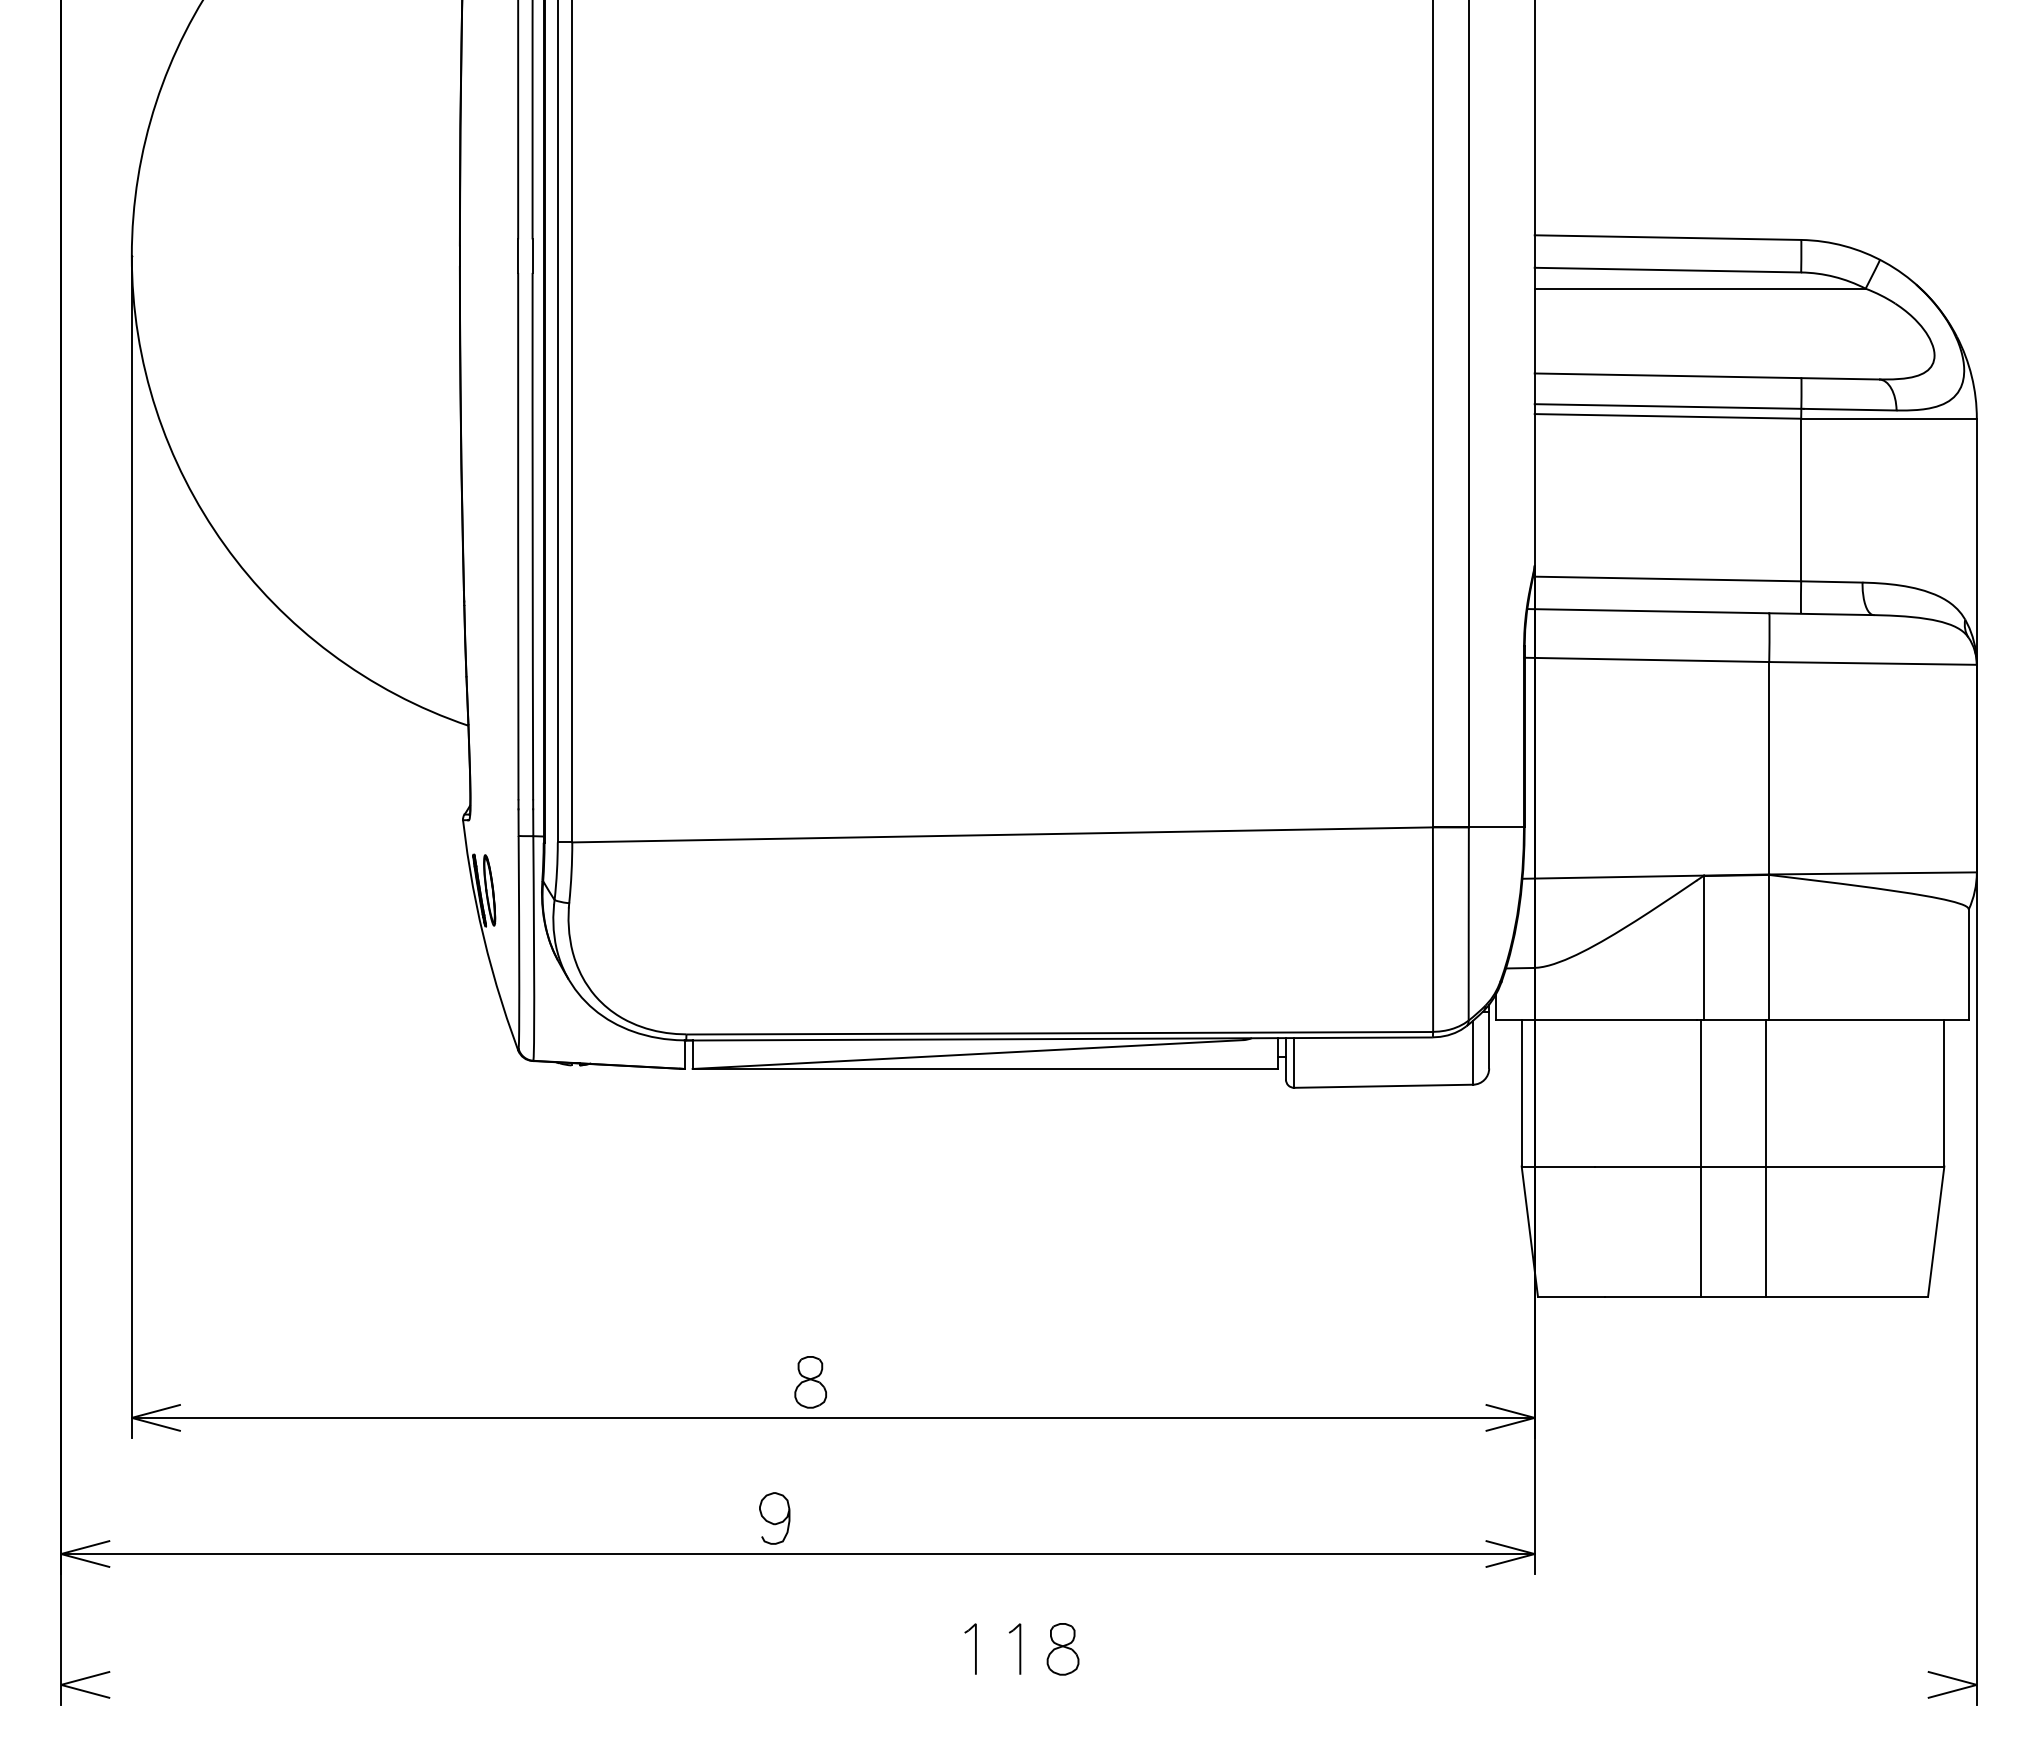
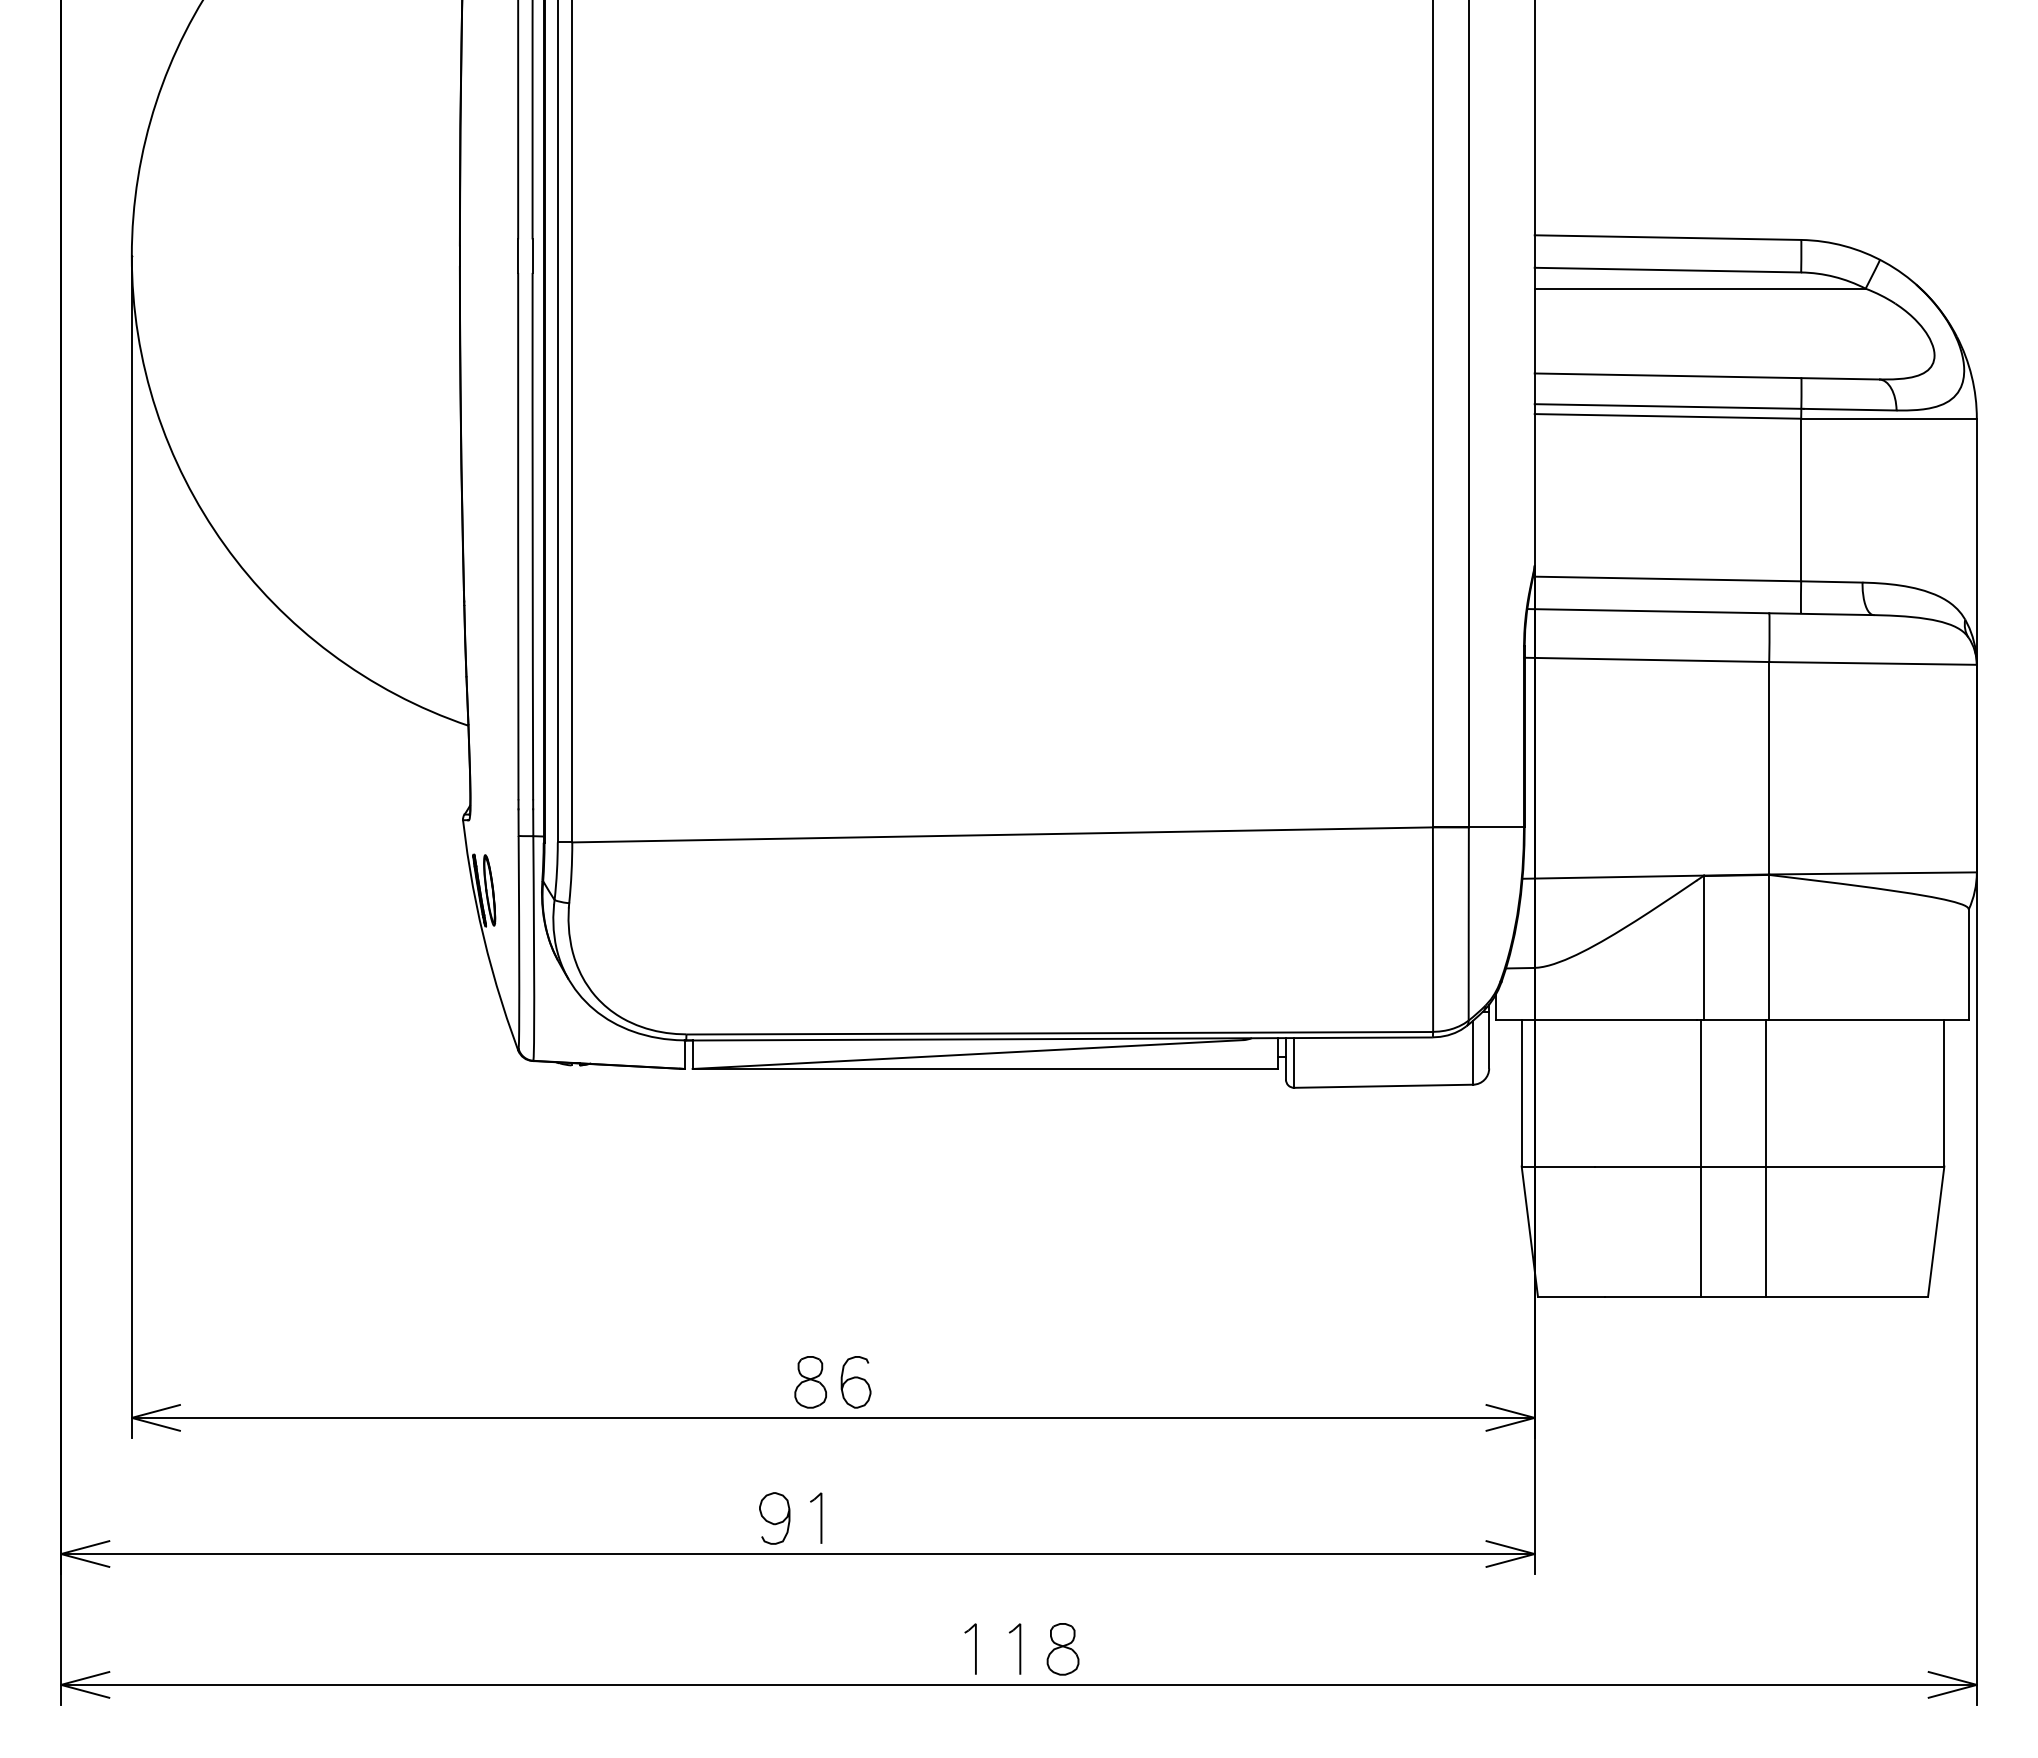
curve at (855, 1378): none -> present
part at (816, 1517): none -> present
line at (1018, 1684): none -> present
